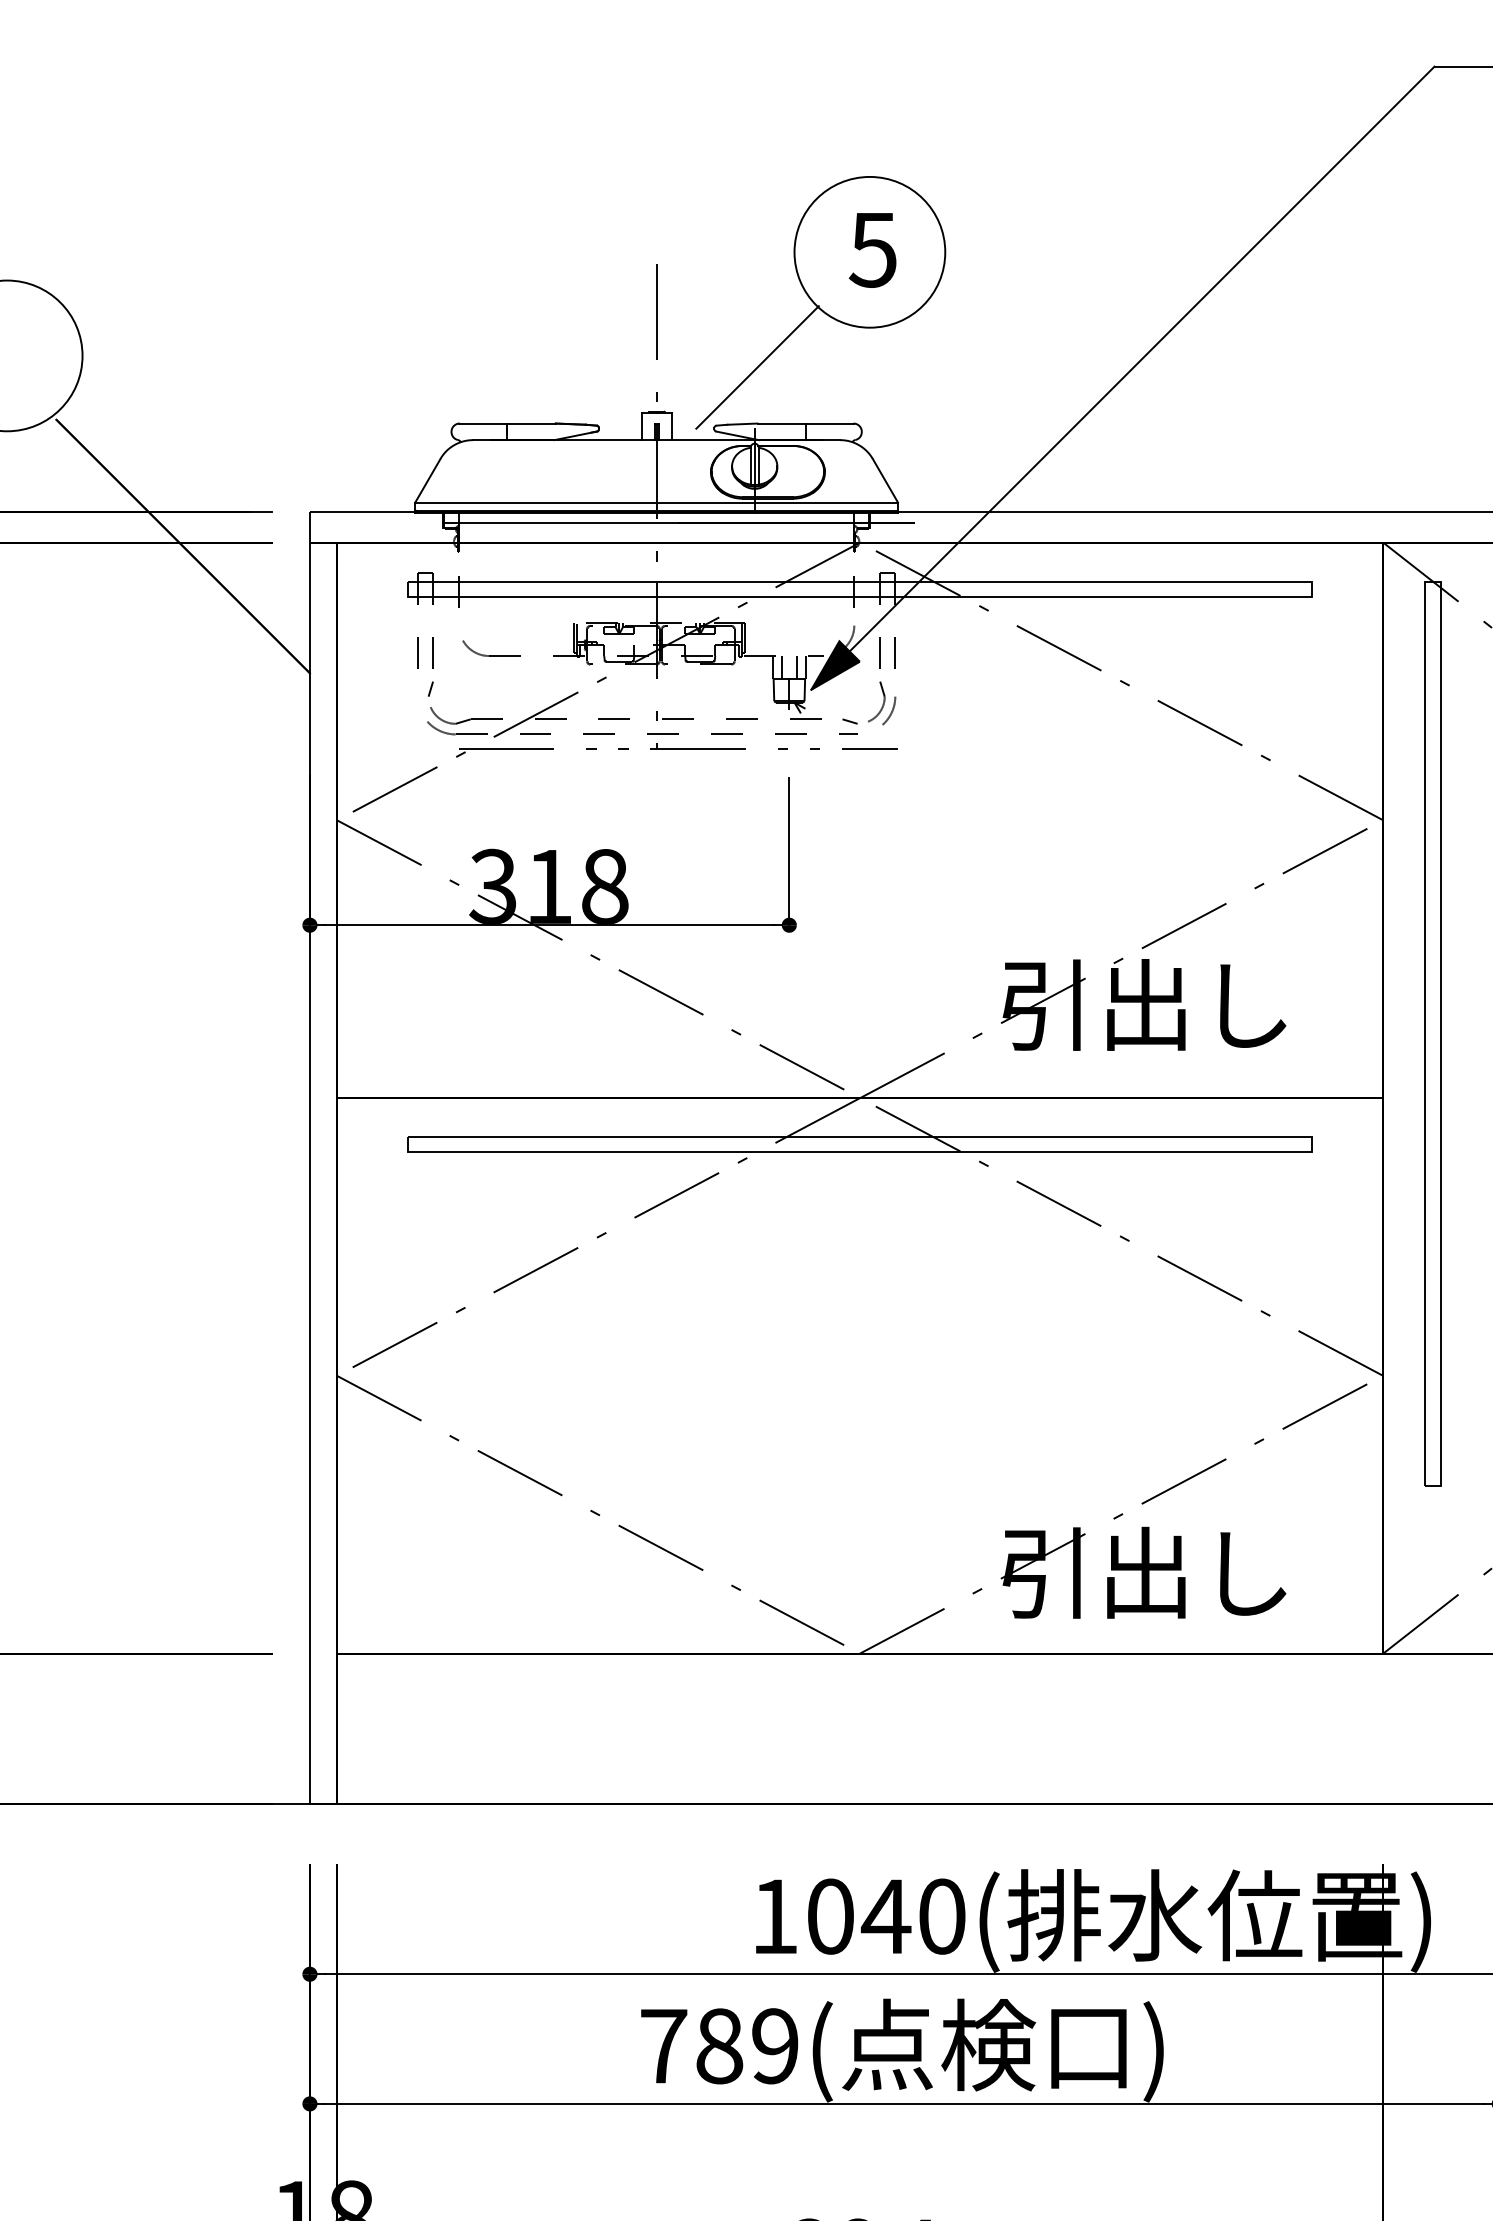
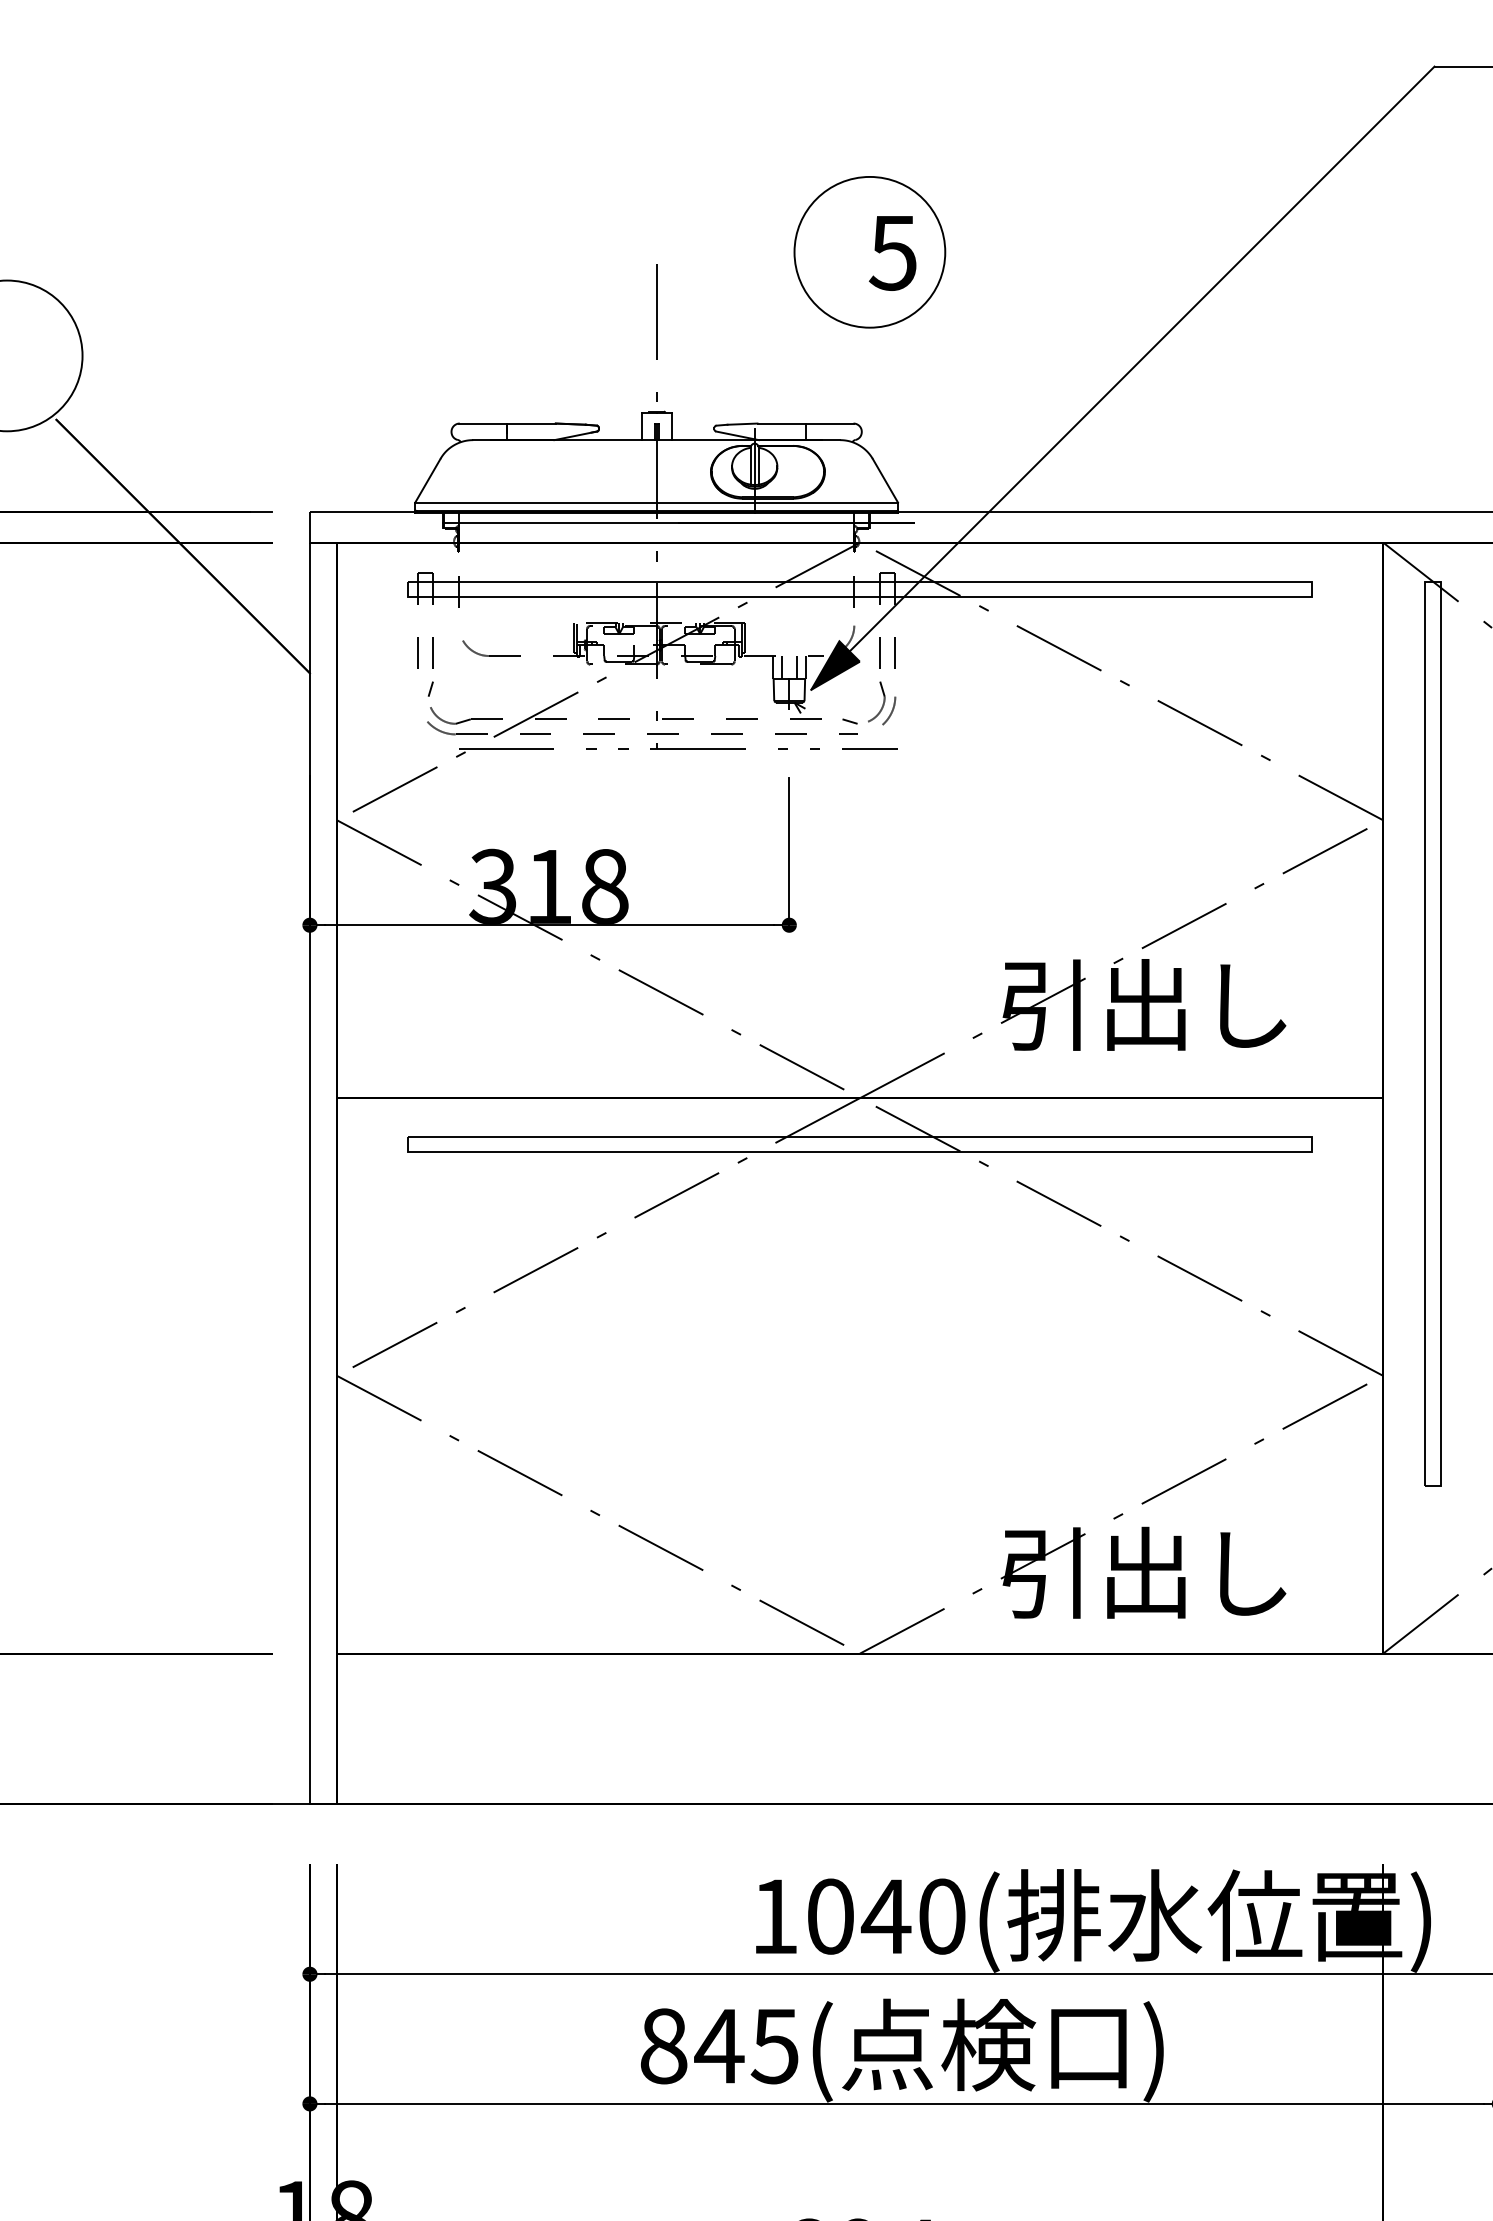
text at (872, 250) position: (872, 250) -> (892, 253)
line at (757, 367): present -> none
text at (719, 2046): 789( -> 845(
